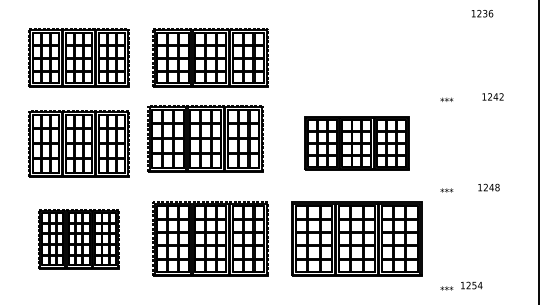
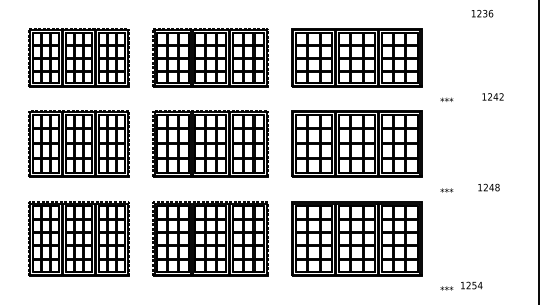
part at (356, 57): none -> present
part at (205, 138) position: (205, 138) -> (210, 143)
part at (356, 143) size: 106x55 px -> 132x68 px
part at (78, 239) size: 82x61 px -> 102x76 px
